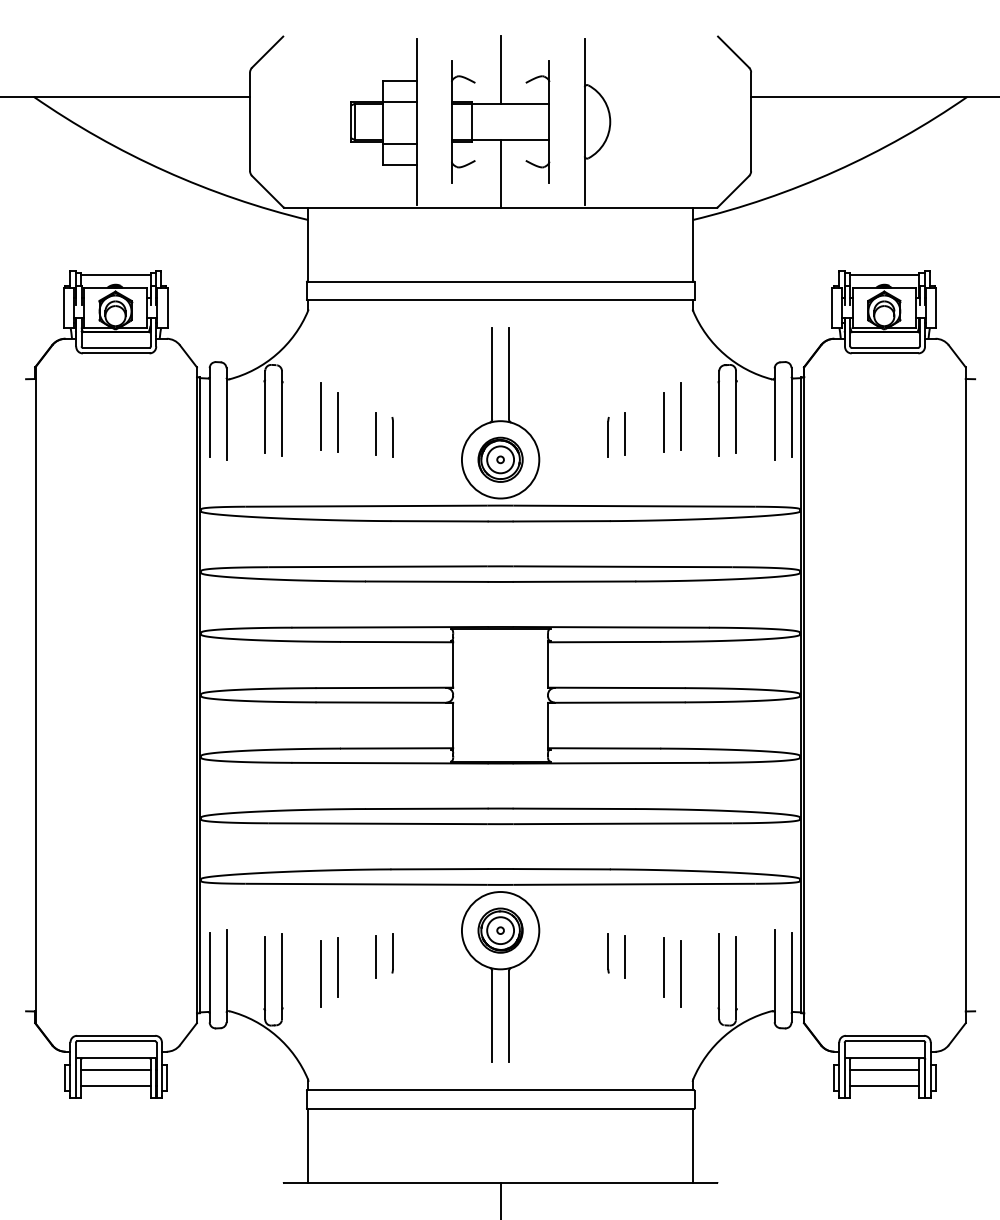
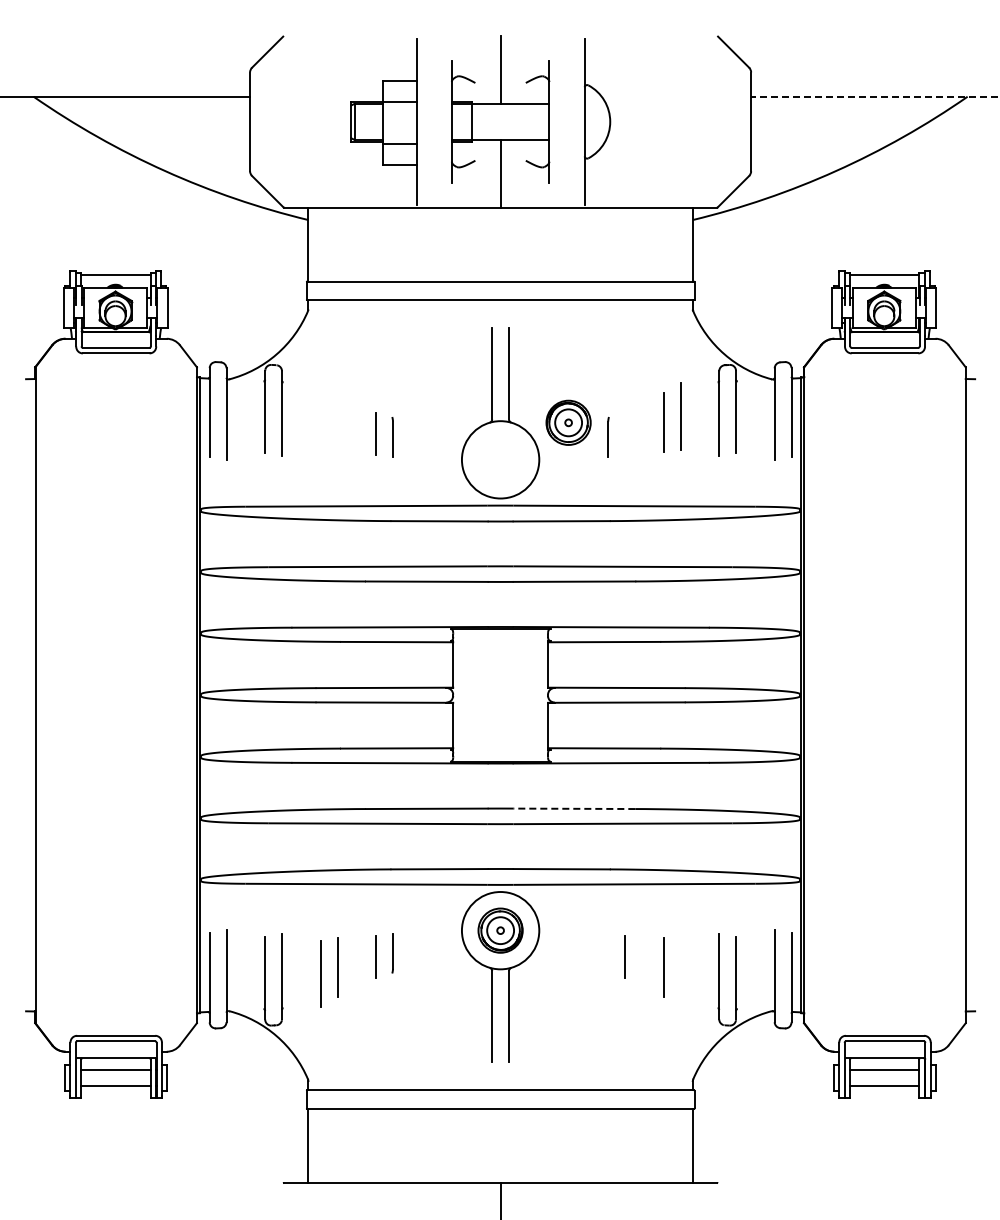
line at (875, 96): solid -> dashed
line at (320, 416): present -> none
line at (337, 422): present -> none
line at (624, 433): present -> none
part at (500, 459) position: (500, 459) -> (568, 422)
line at (574, 808): solid -> dashed
line at (608, 953): present -> none
line at (680, 973): present -> none
